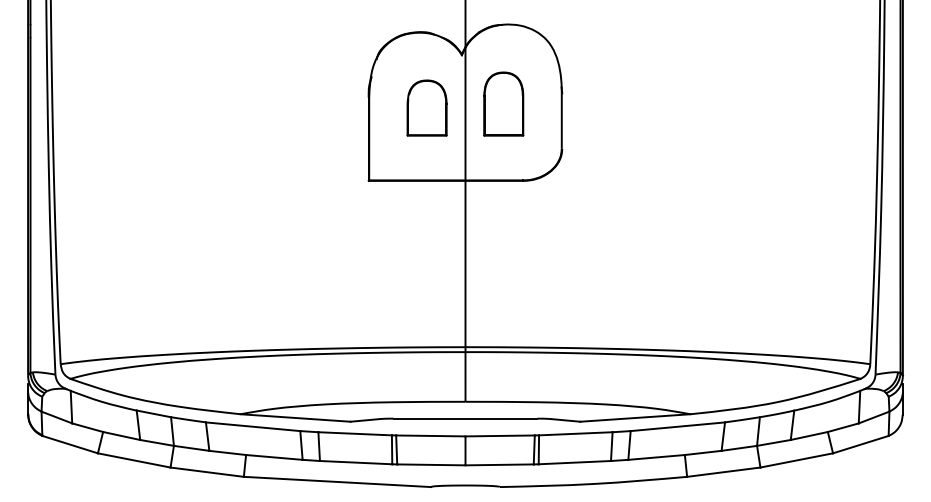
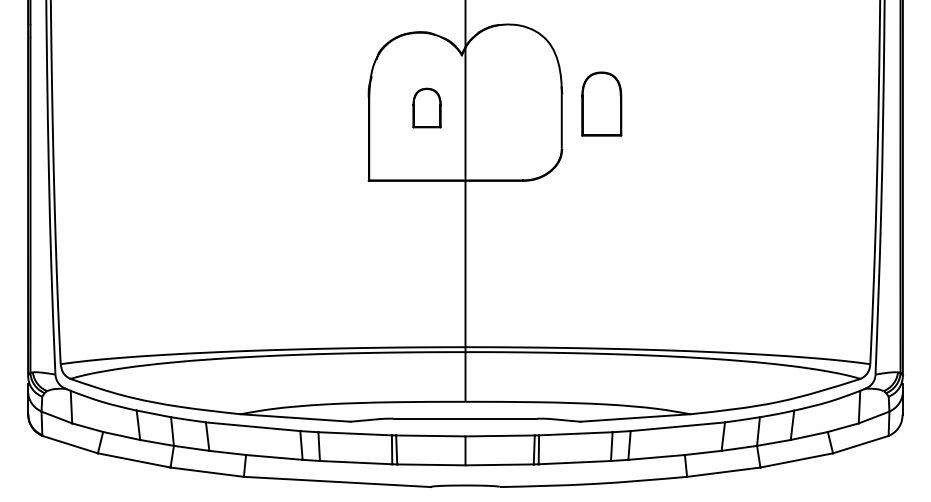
part at (503, 103) position: (503, 103) -> (601, 103)
part at (426, 107) size: 42x58 px -> 30x42 px
